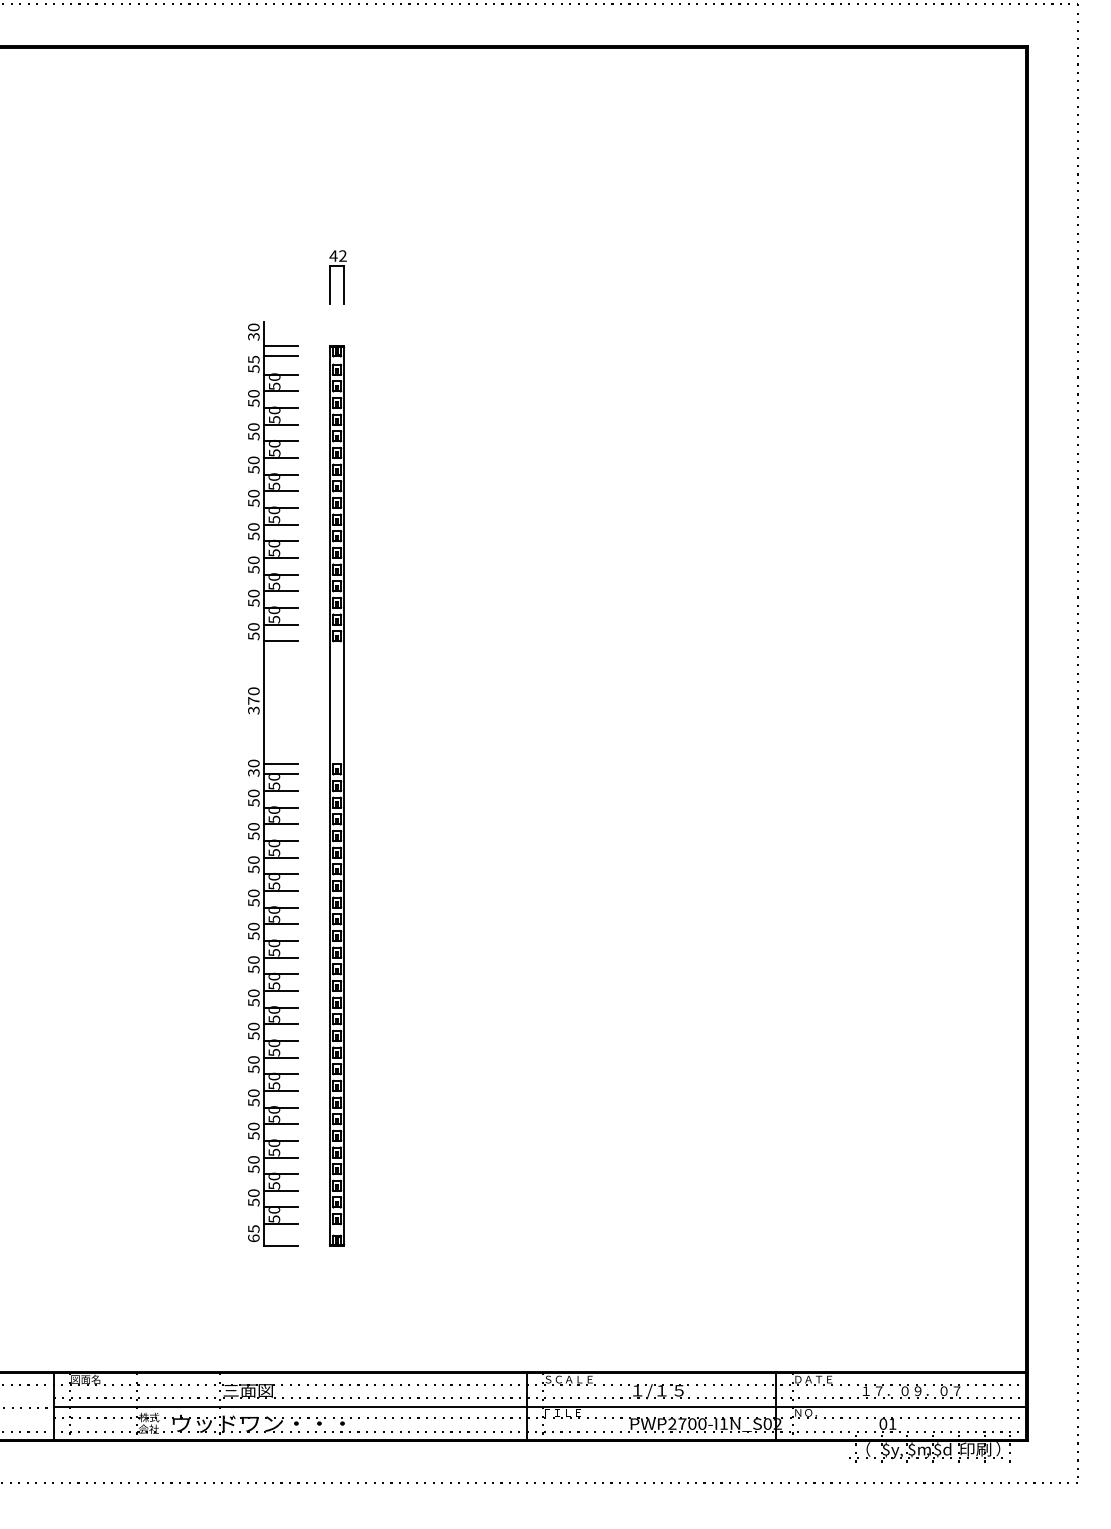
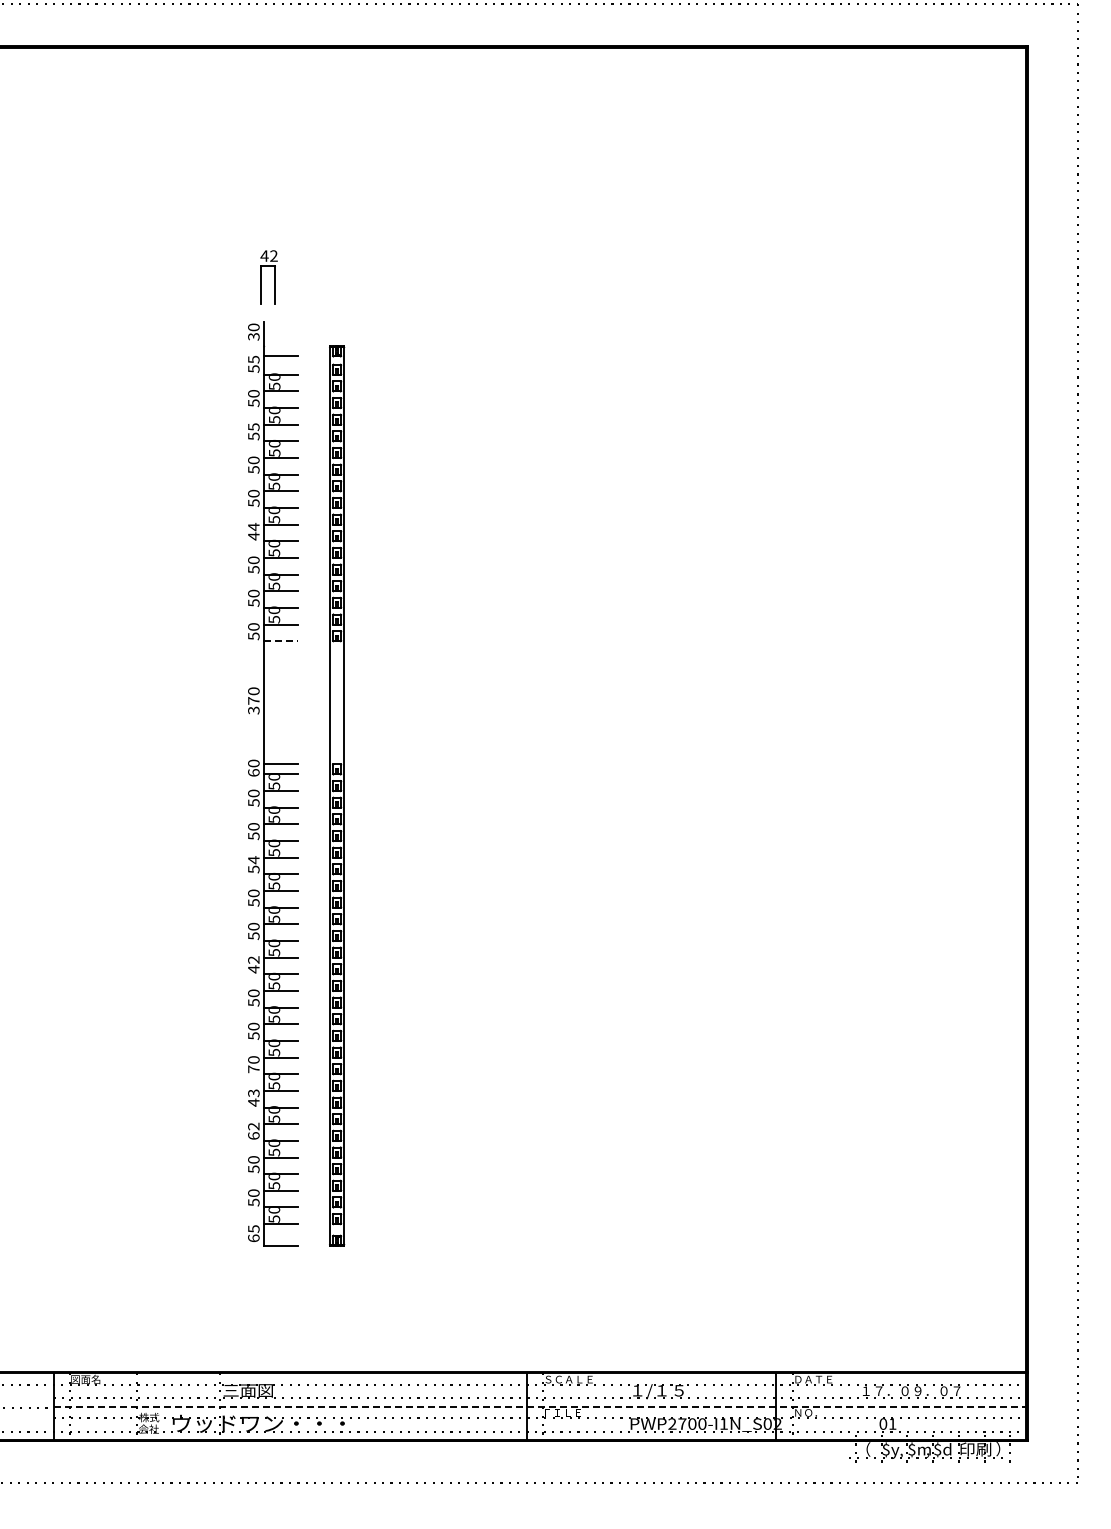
part at (337, 277) position: (337, 277) -> (268, 277)
line at (280, 346): present -> none
text at (253, 427): 50 -> 55
text at (253, 531): 50 -> 44
line at (281, 641): solid -> dashed
text at (253, 772): 30 -> 60
text at (253, 860): 50 -> 54
text at (253, 964): 50 -> 42
text at (253, 1069): 50 -> 70
text at (253, 1097): 50 -> 43
text at (253, 1130): 50 -> 62
line at (540, 1406): solid -> dashed
